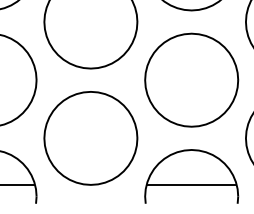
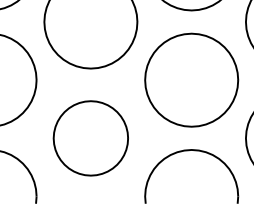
part at (90, 138) size: 96x95 px -> 77x77 px
line at (17, 184): present -> none
line at (190, 184): present -> none
